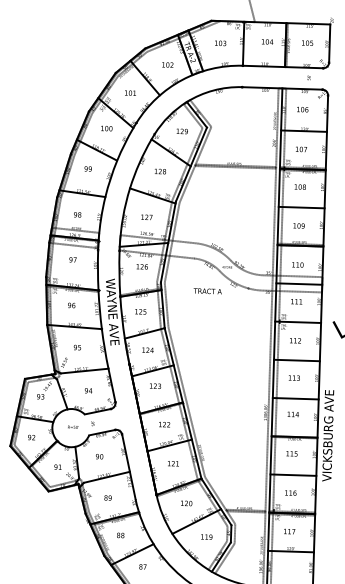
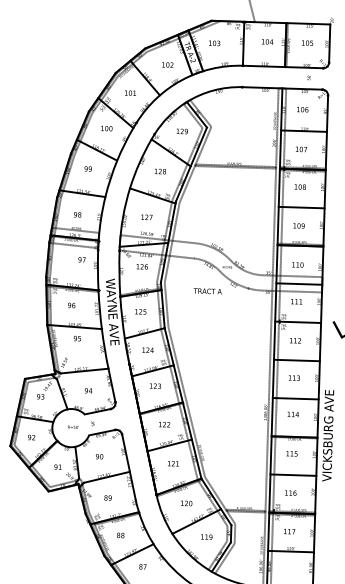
text at (220, 43) position: (220, 43) -> (214, 43)
text at (72, 259) position: (72, 259) -> (81, 259)
text at (77, 347) position: (77, 347) -> (77, 338)
